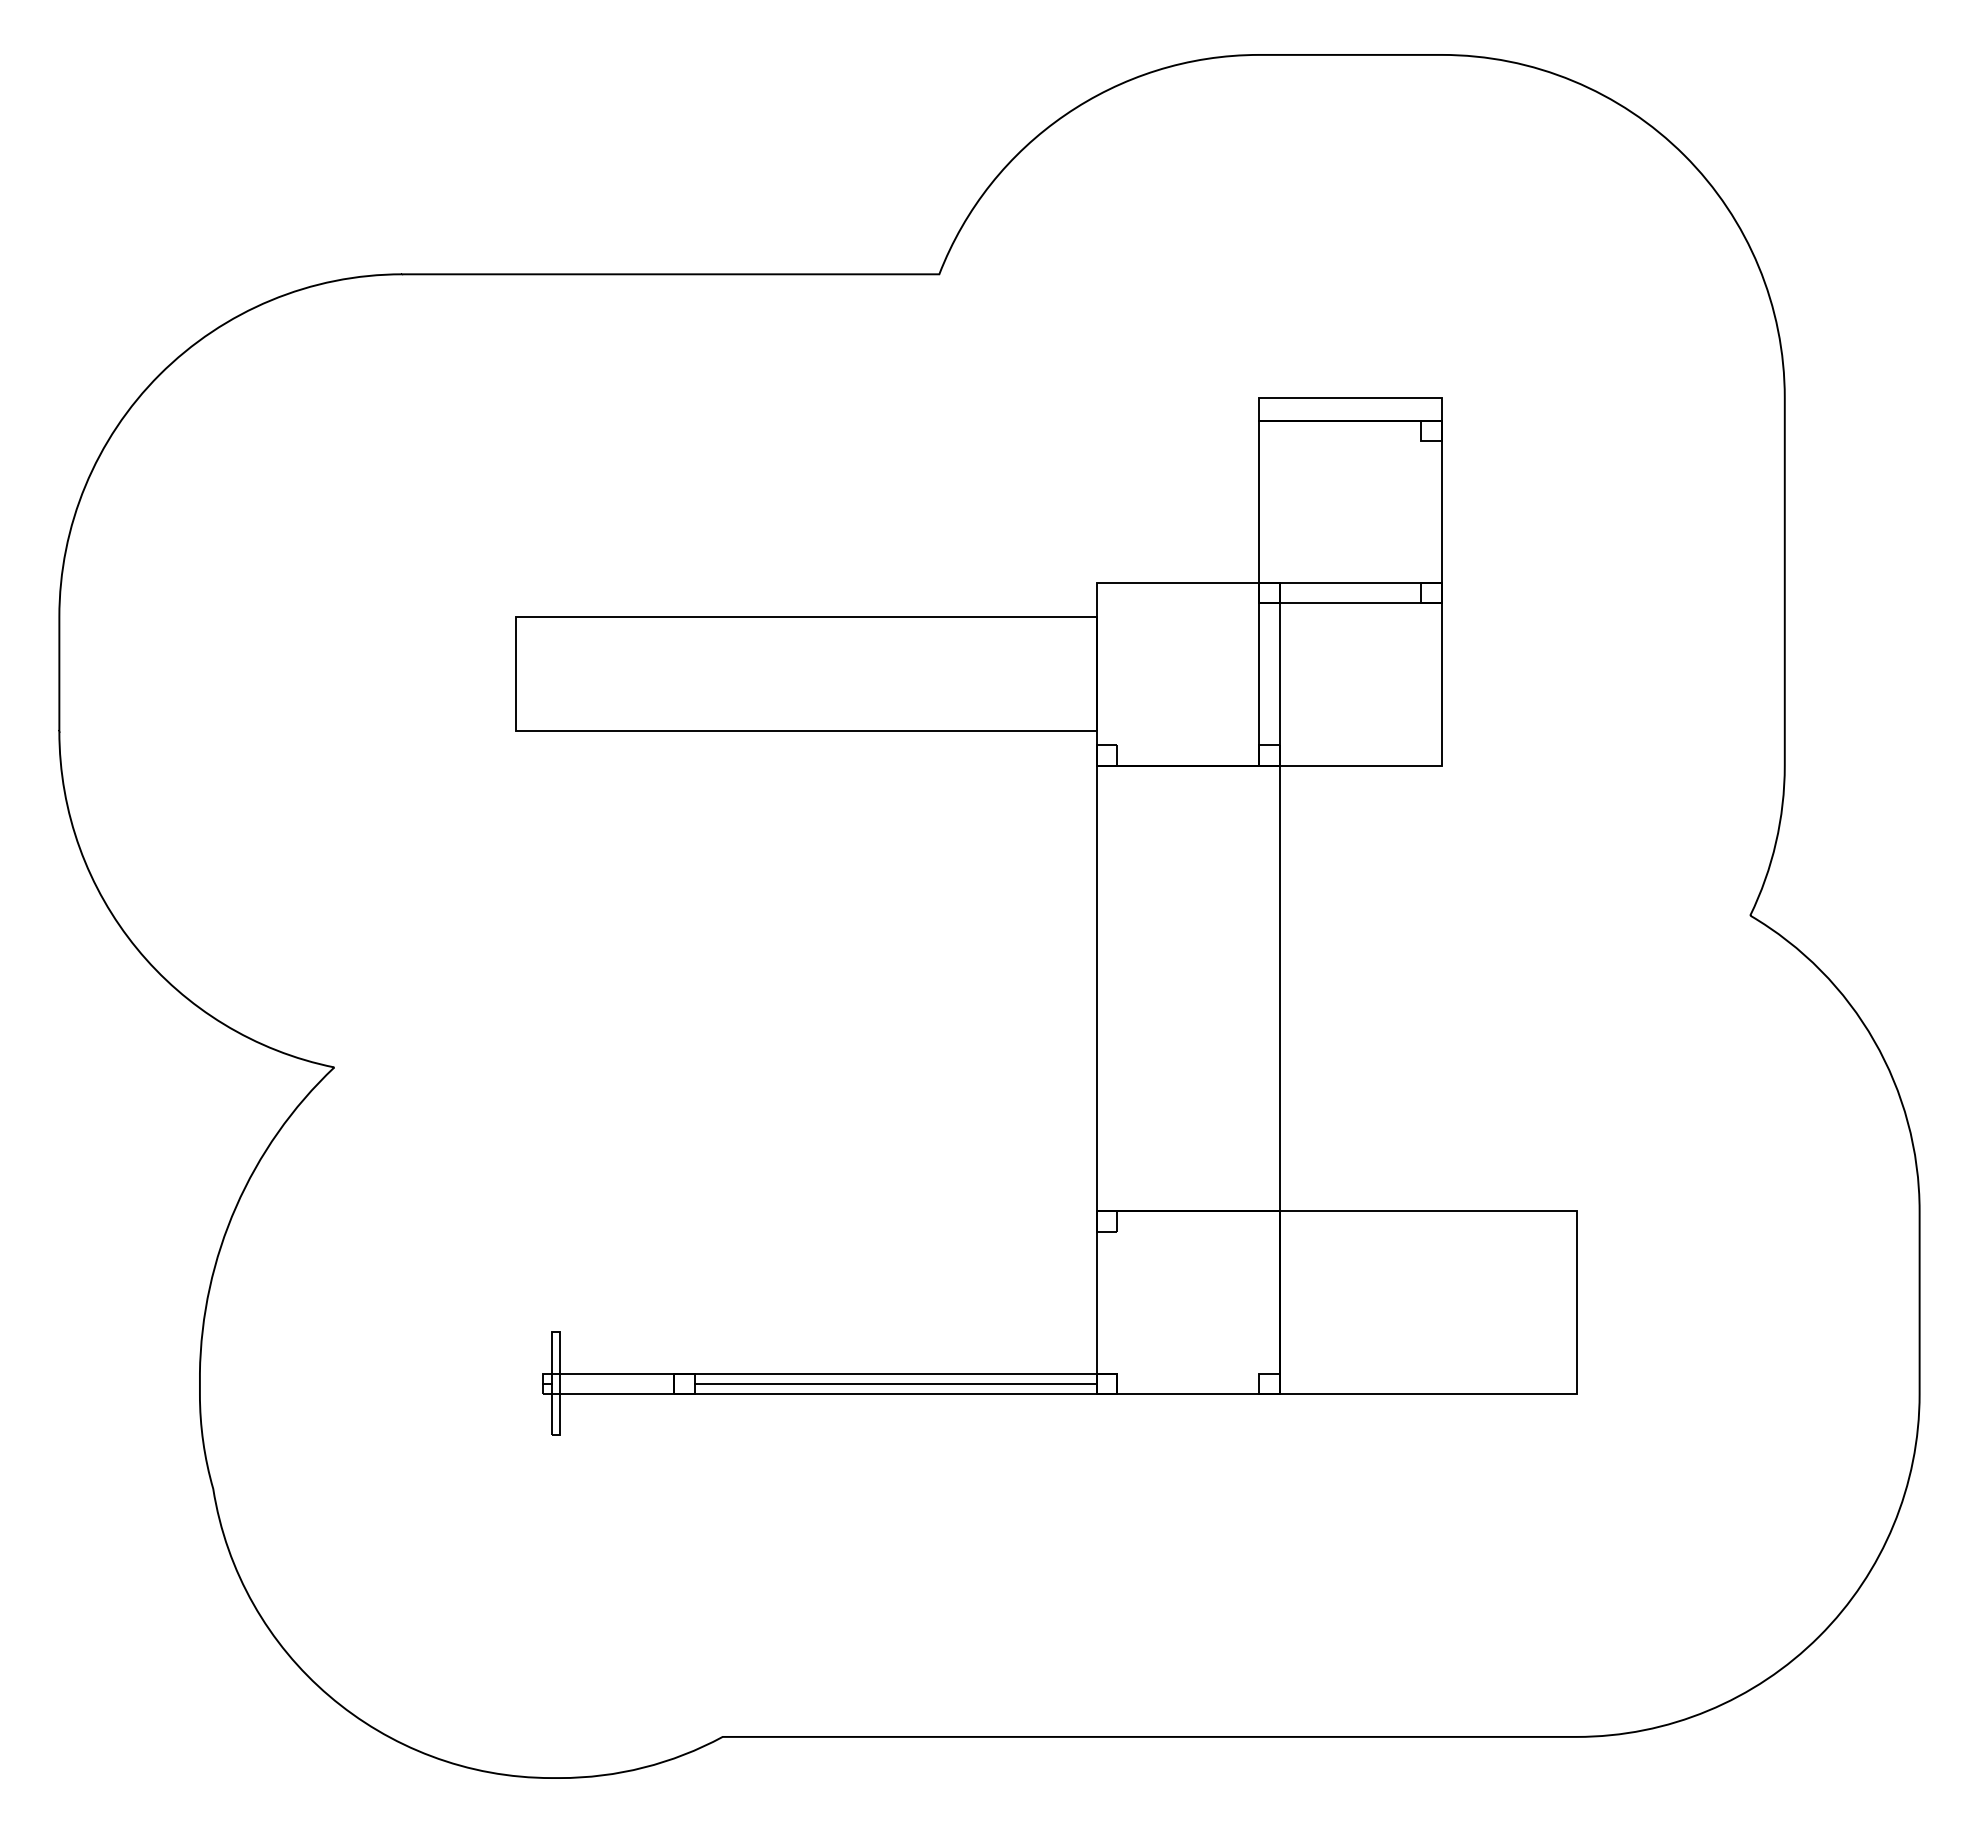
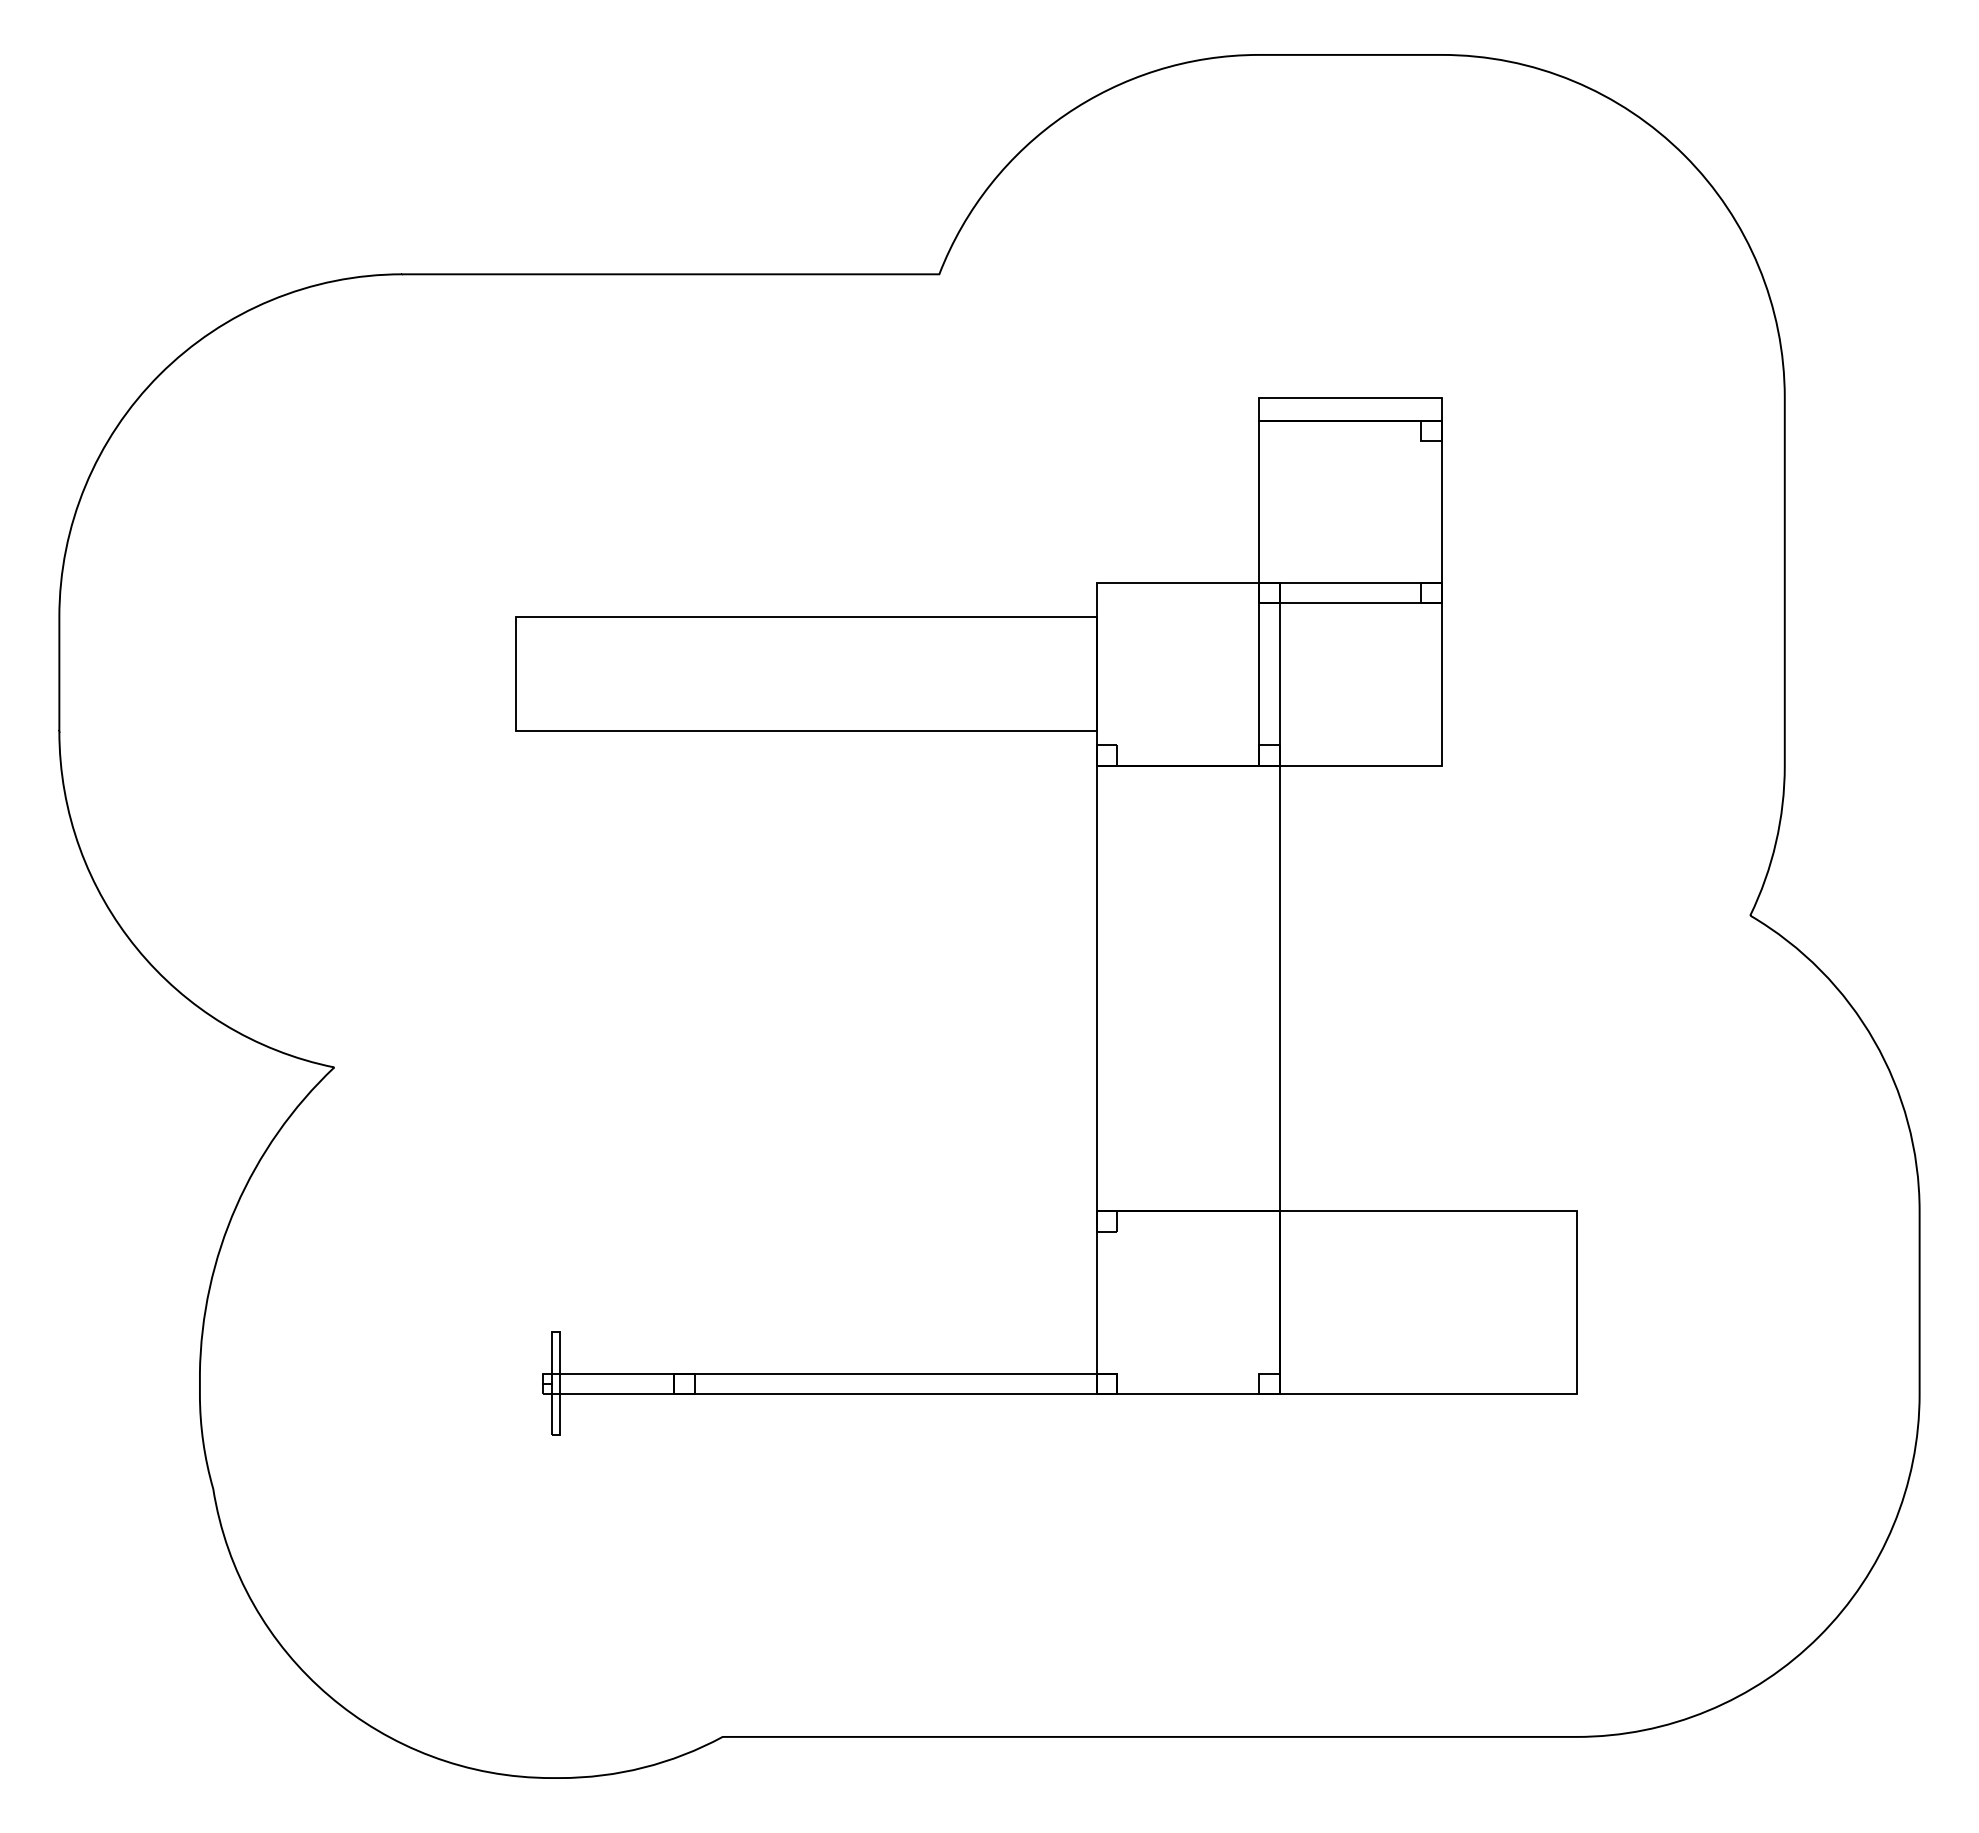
line at (895, 1383): present -> none
